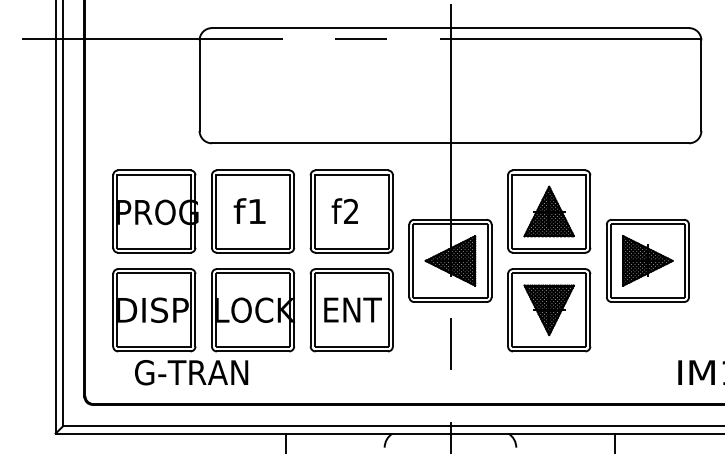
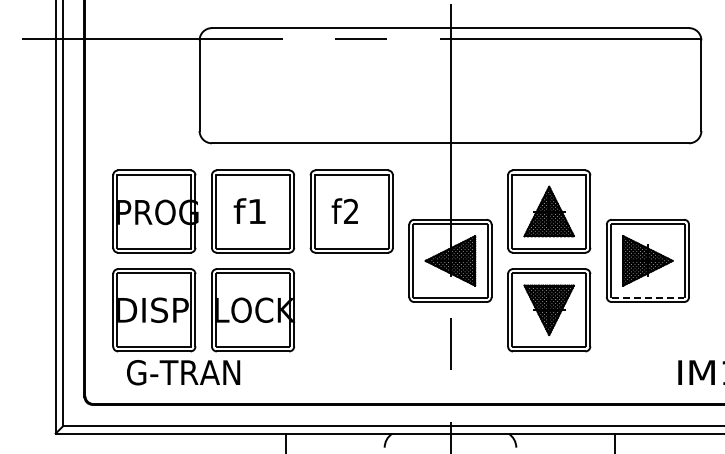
line at (648, 297): solid -> dashed
part at (351, 310): present -> none
text at (191, 372) position: (191, 372) -> (183, 372)
